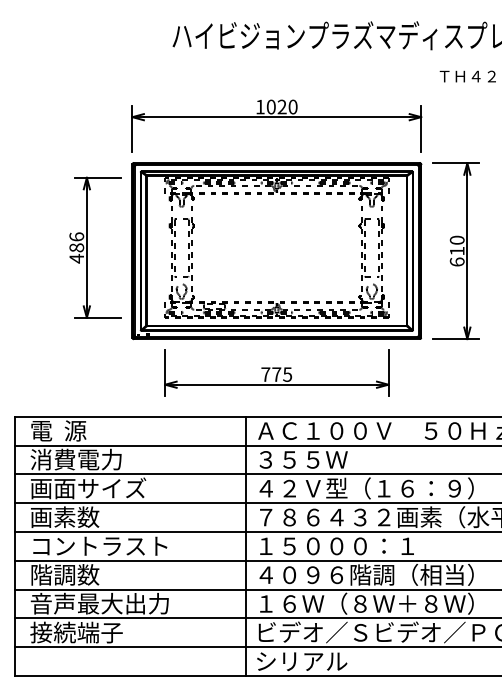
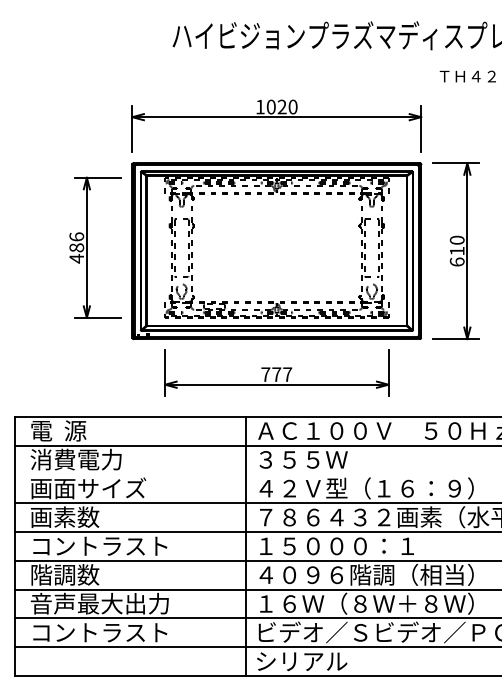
text at (287, 374): 775 -> 777
line at (256, 474): present -> none
text at (98, 632): 接続端子 -> コントラスト
